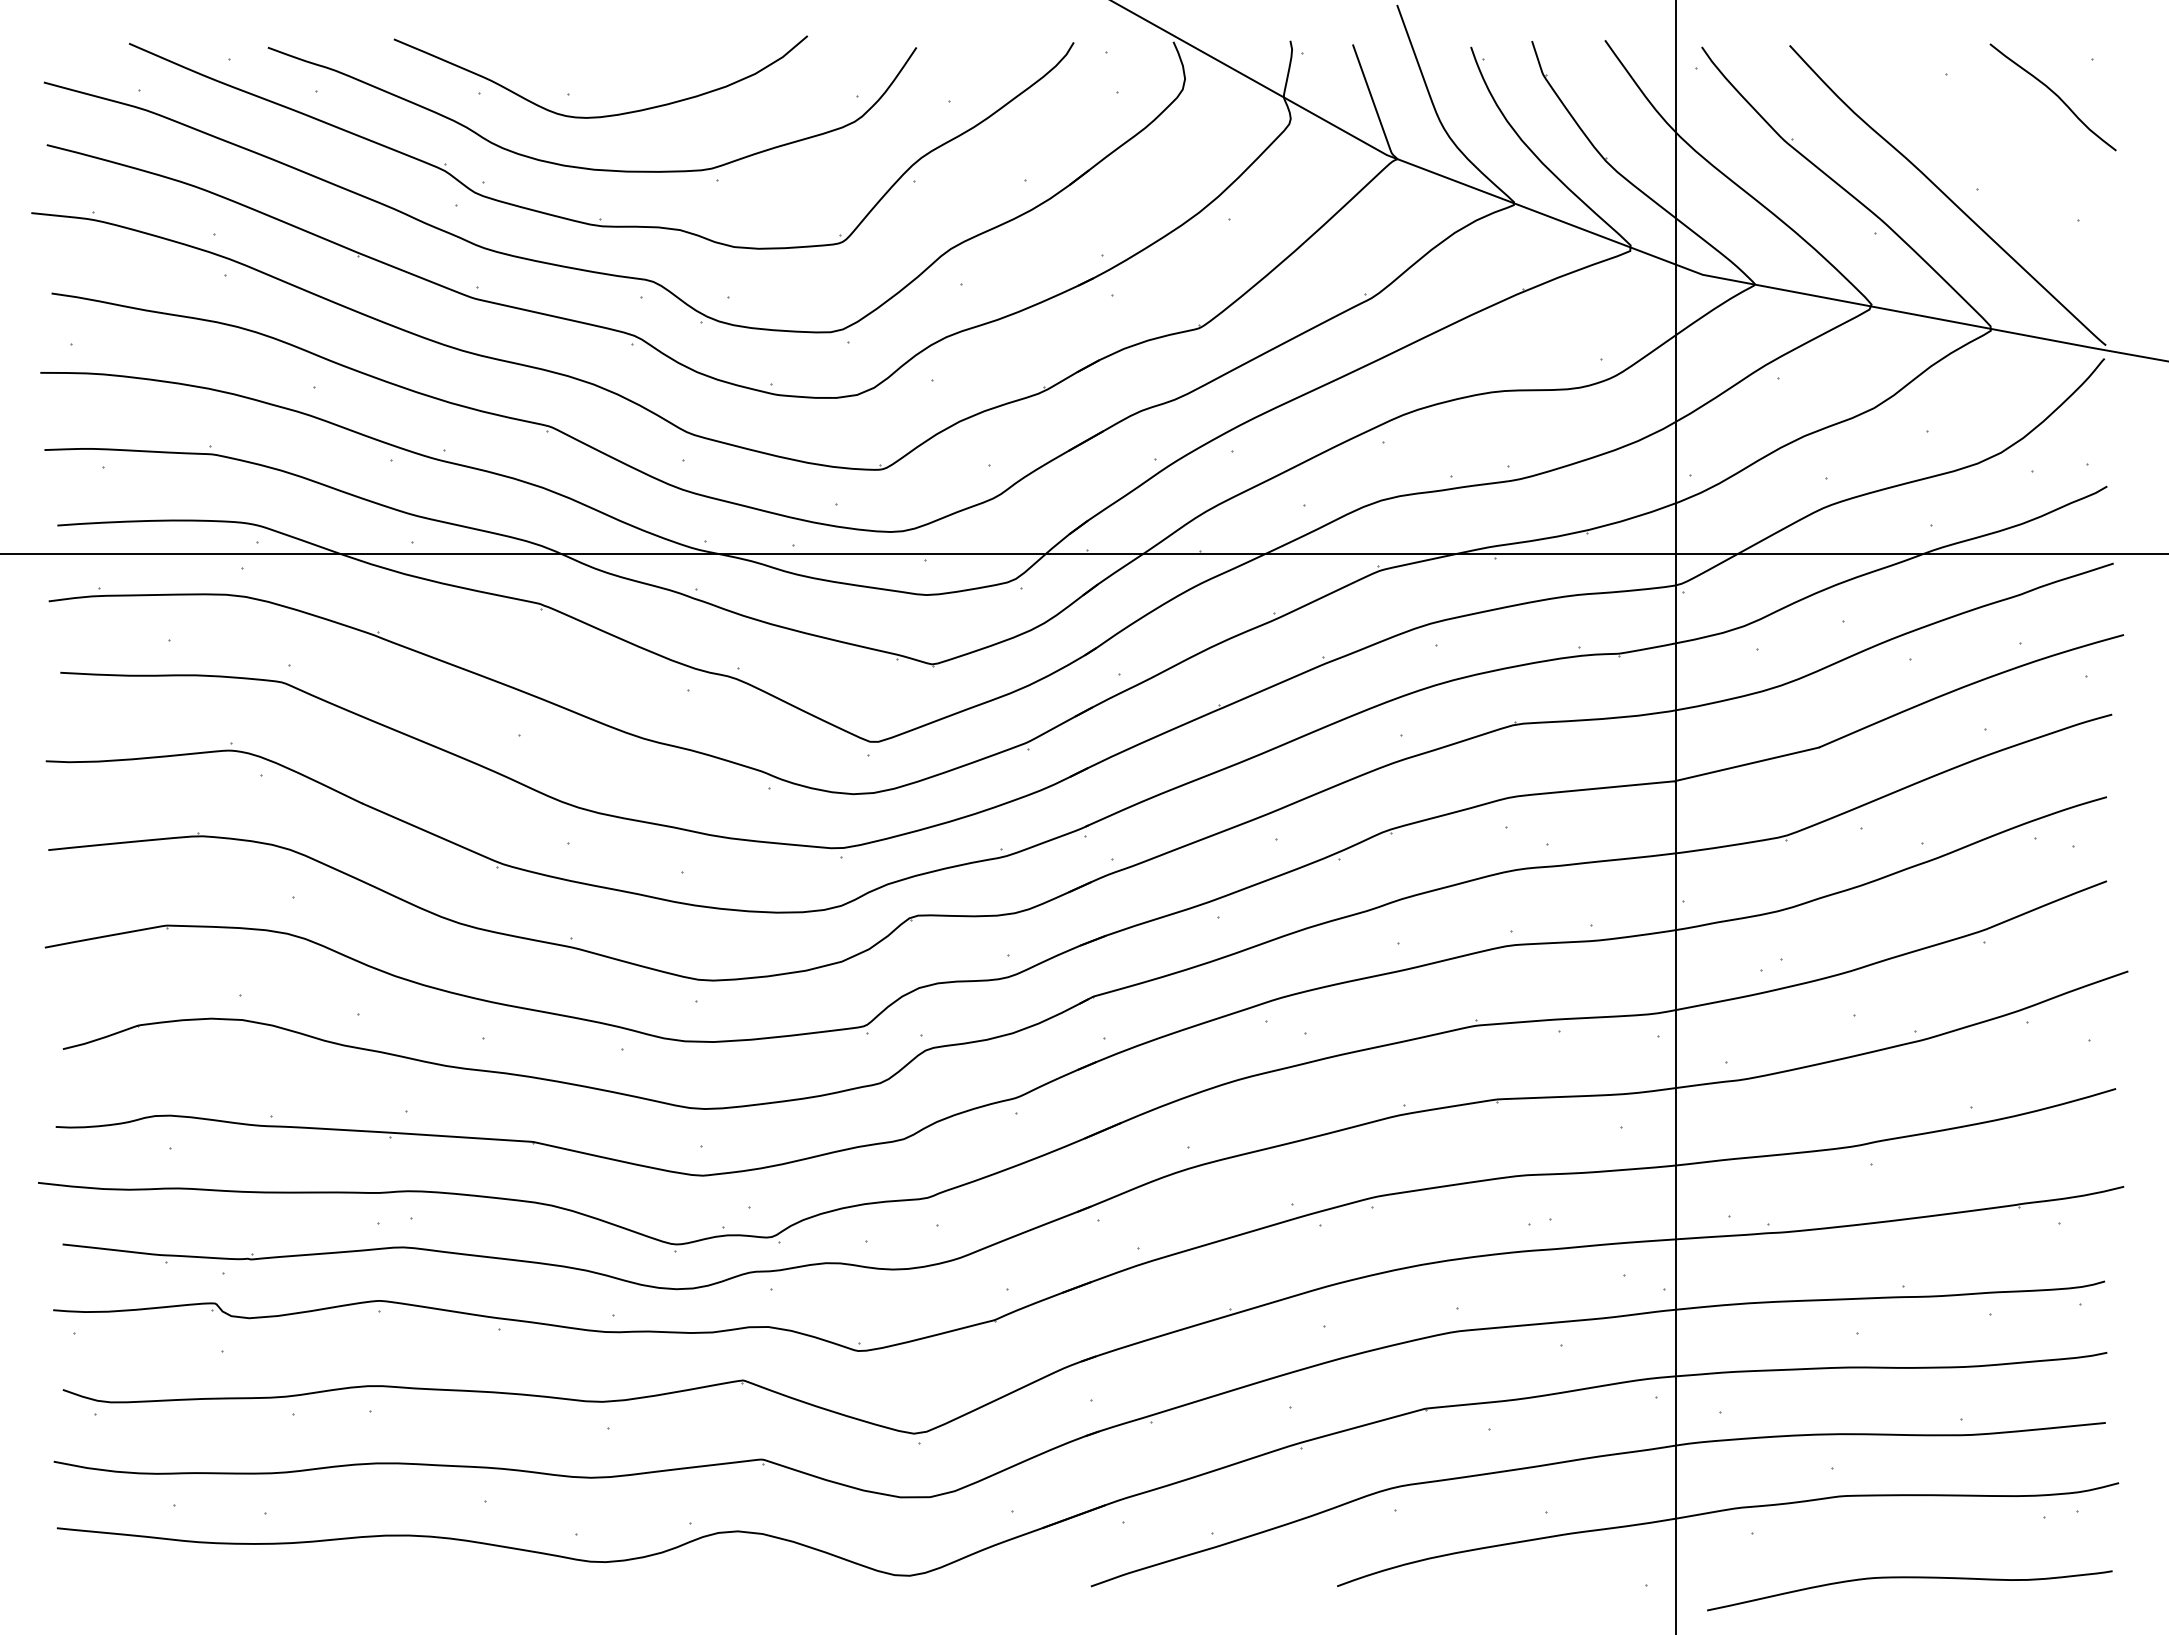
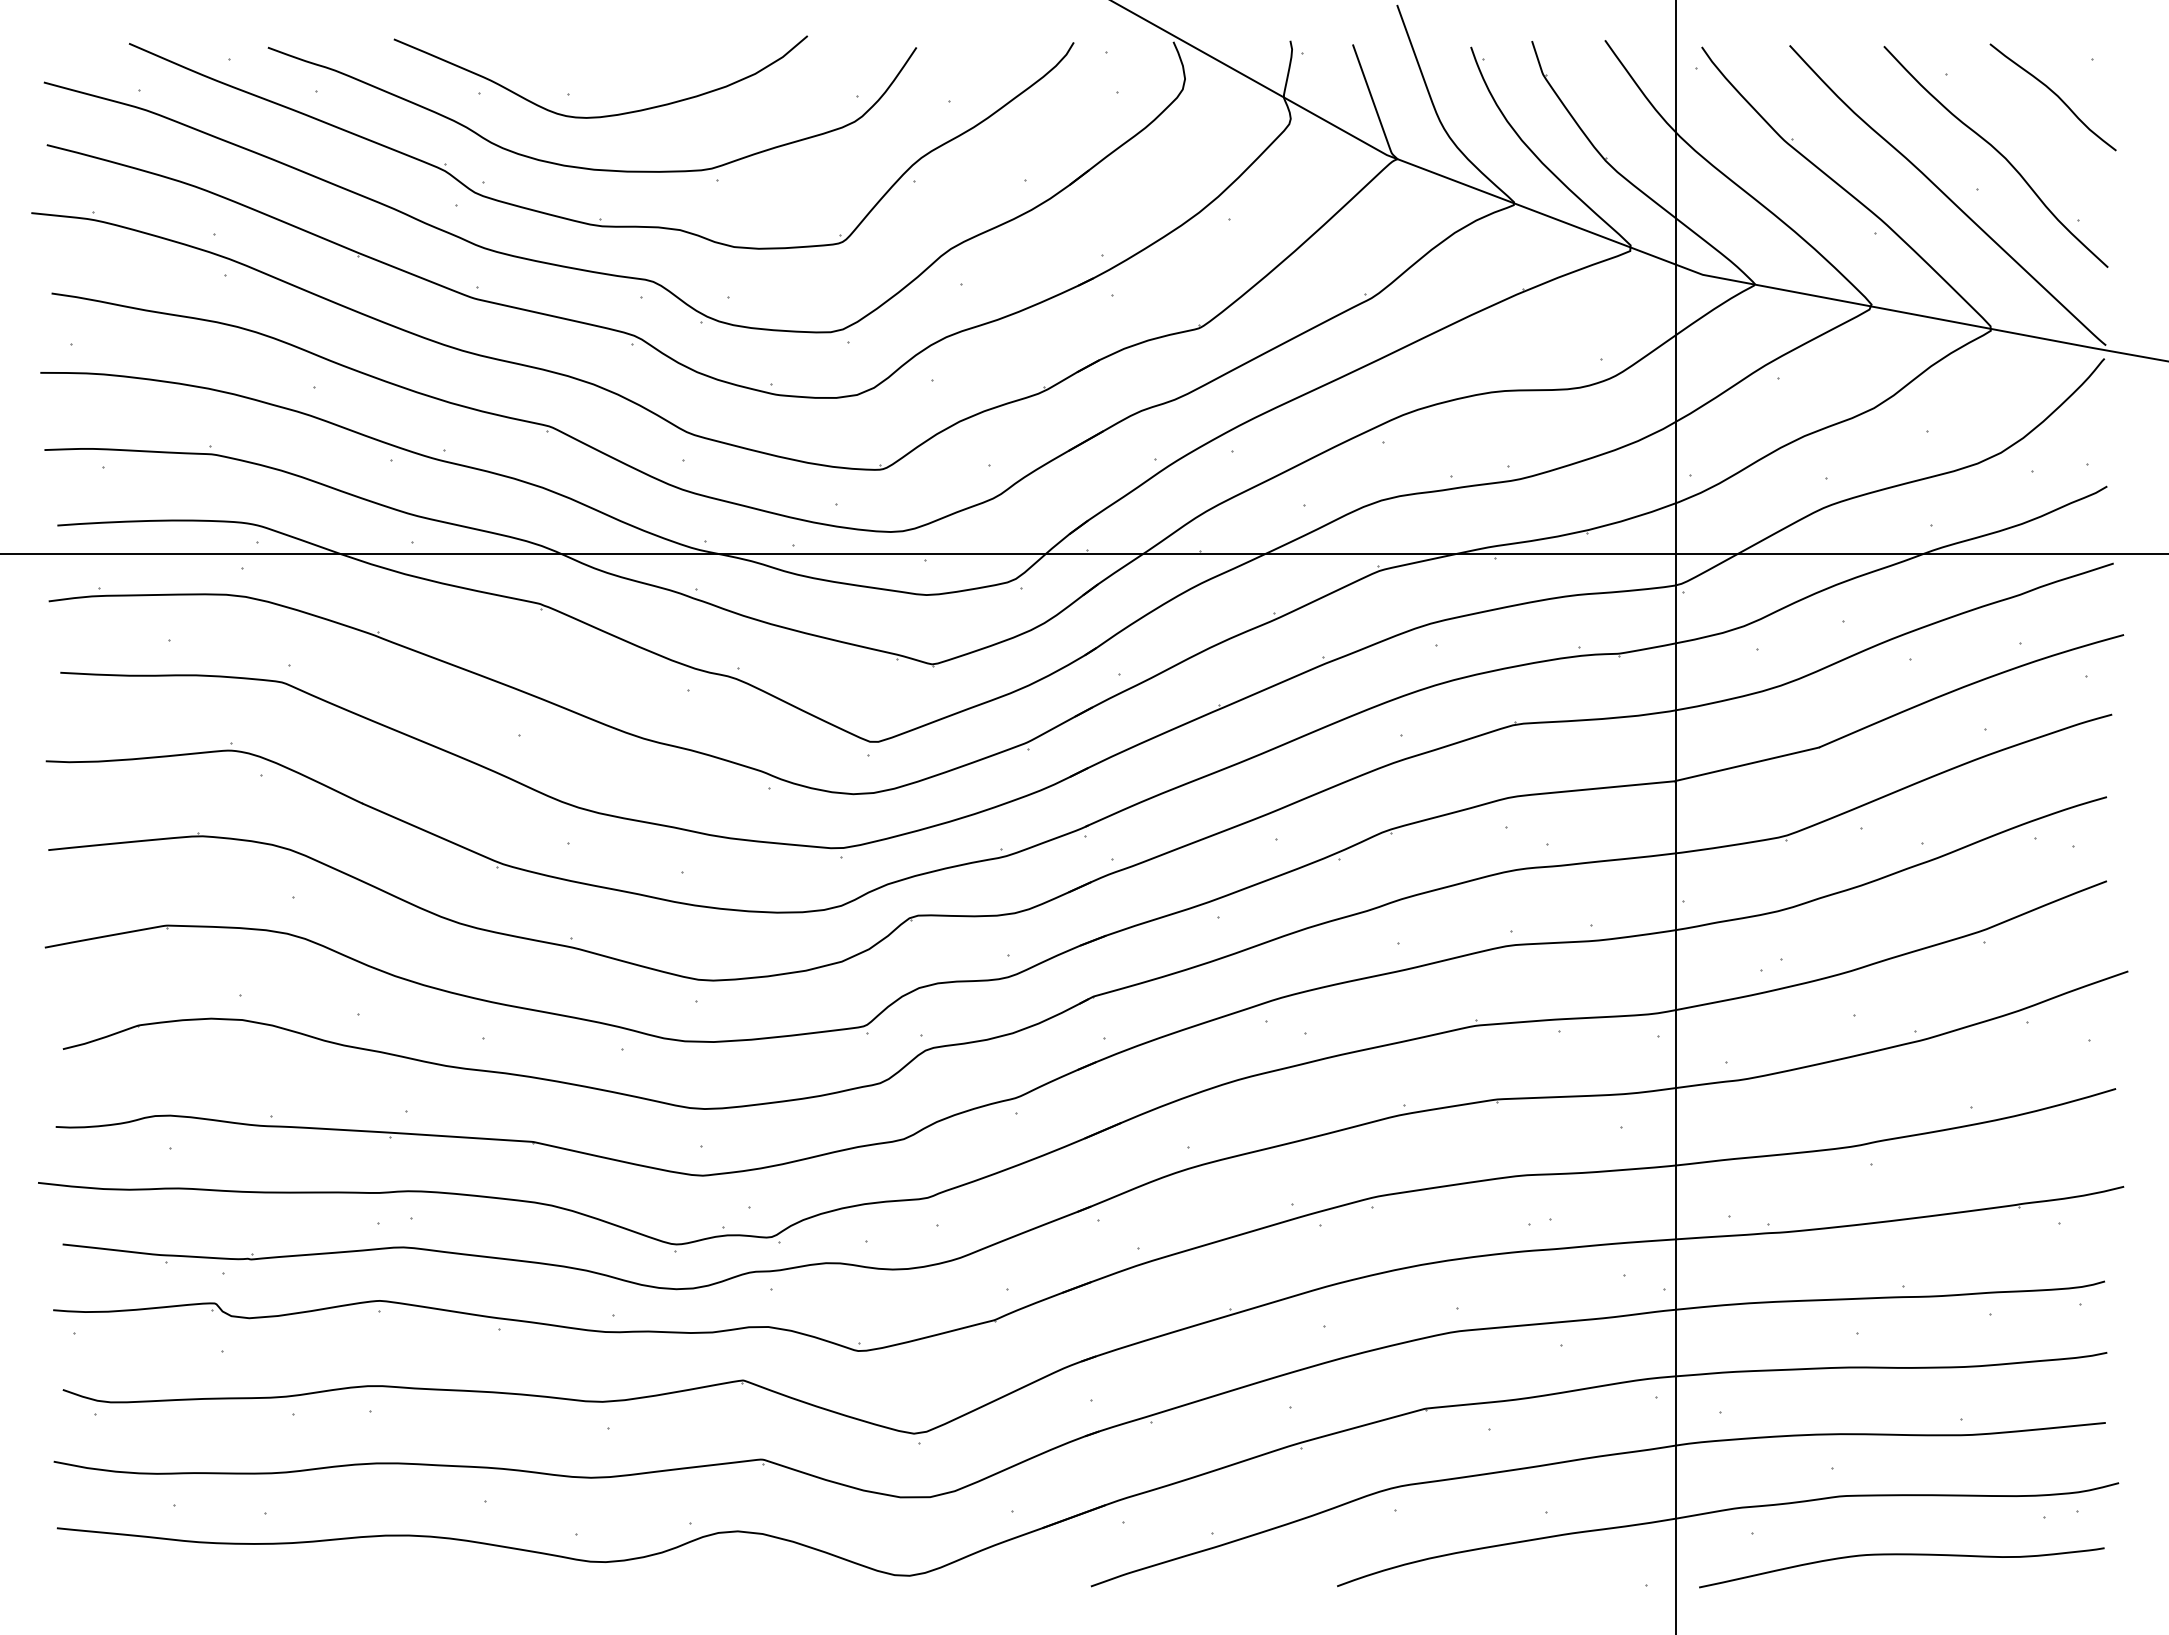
curve at (1998, 153): none -> present
curve at (1909, 1578) position: (1909, 1578) -> (1901, 1555)
